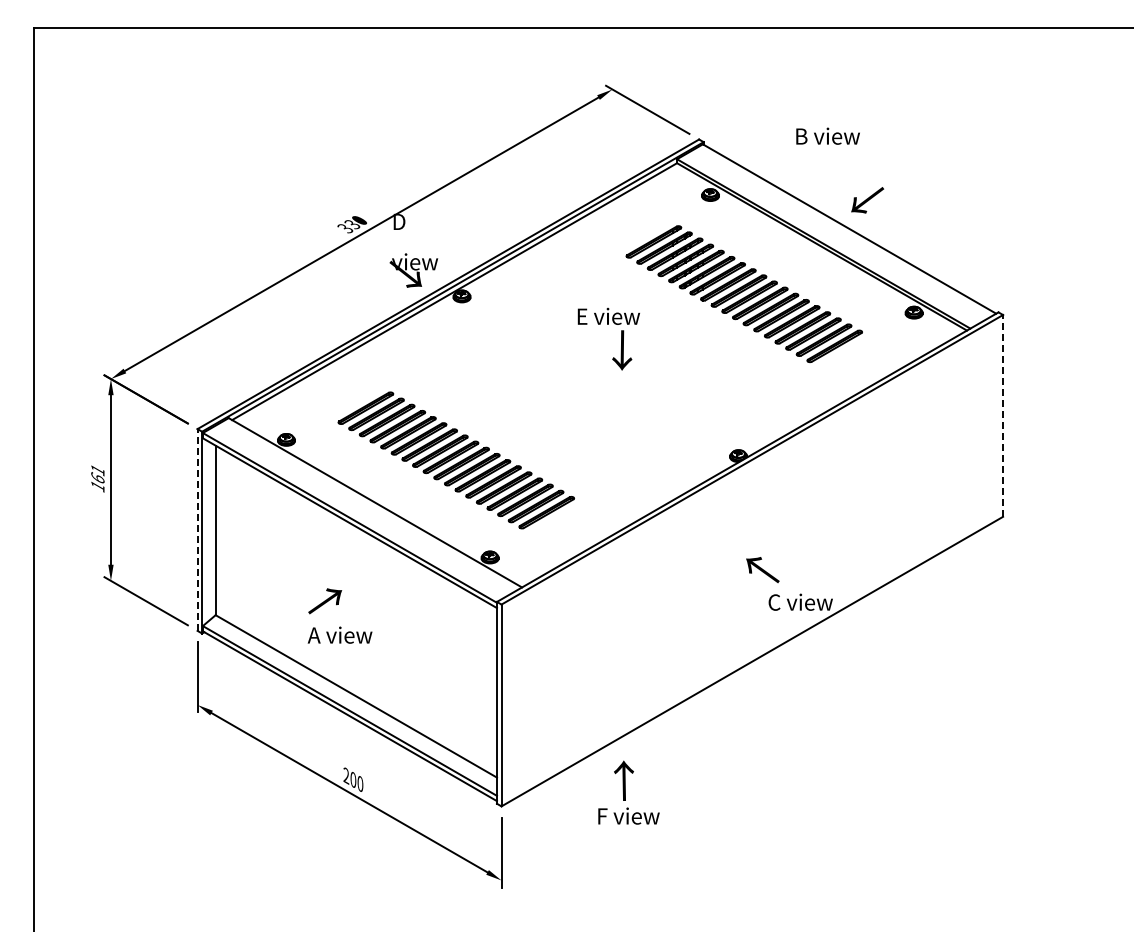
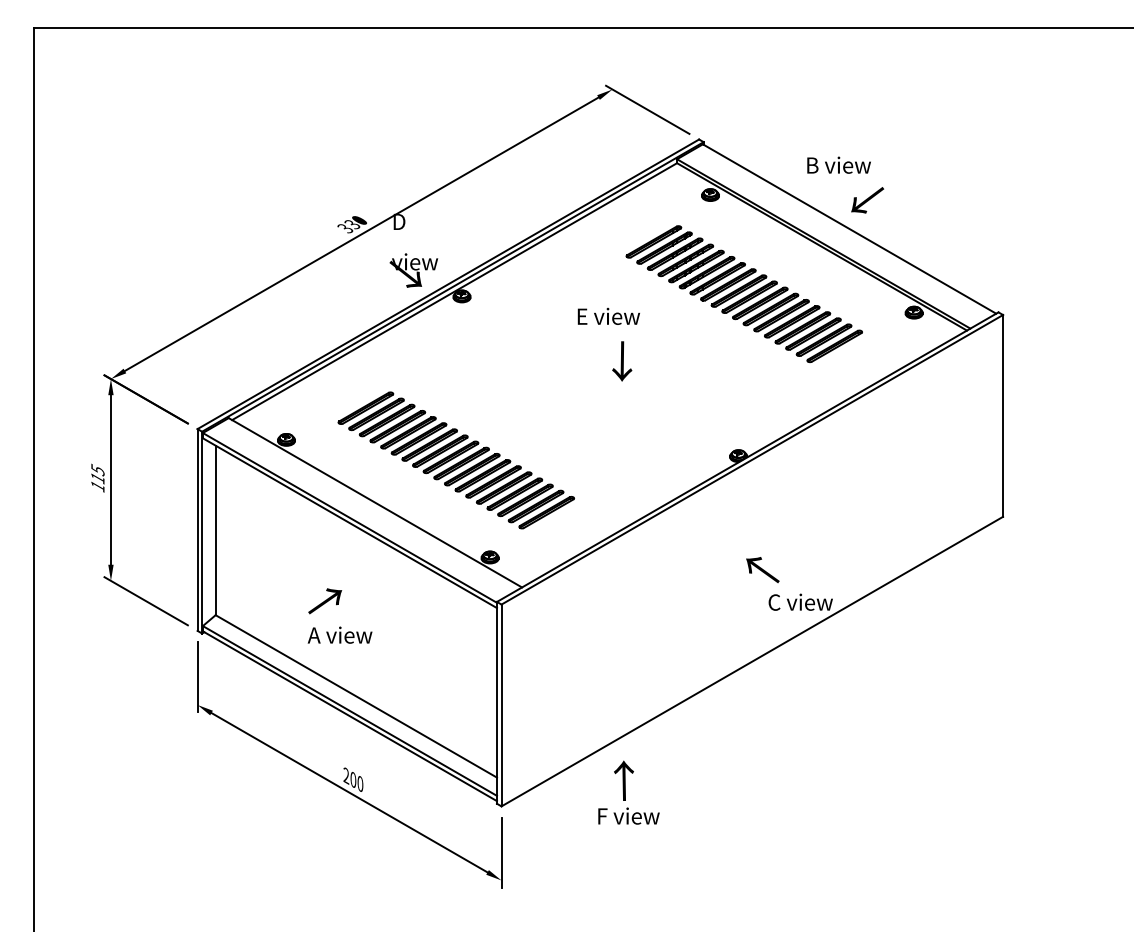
text at (827, 135) position: (827, 135) -> (838, 164)
text at (622, 350) position: (622, 350) -> (622, 361)
line at (1003, 415): dashed -> solid
text at (97, 473): 161 -> 115
line at (197, 529): dashed -> solid
